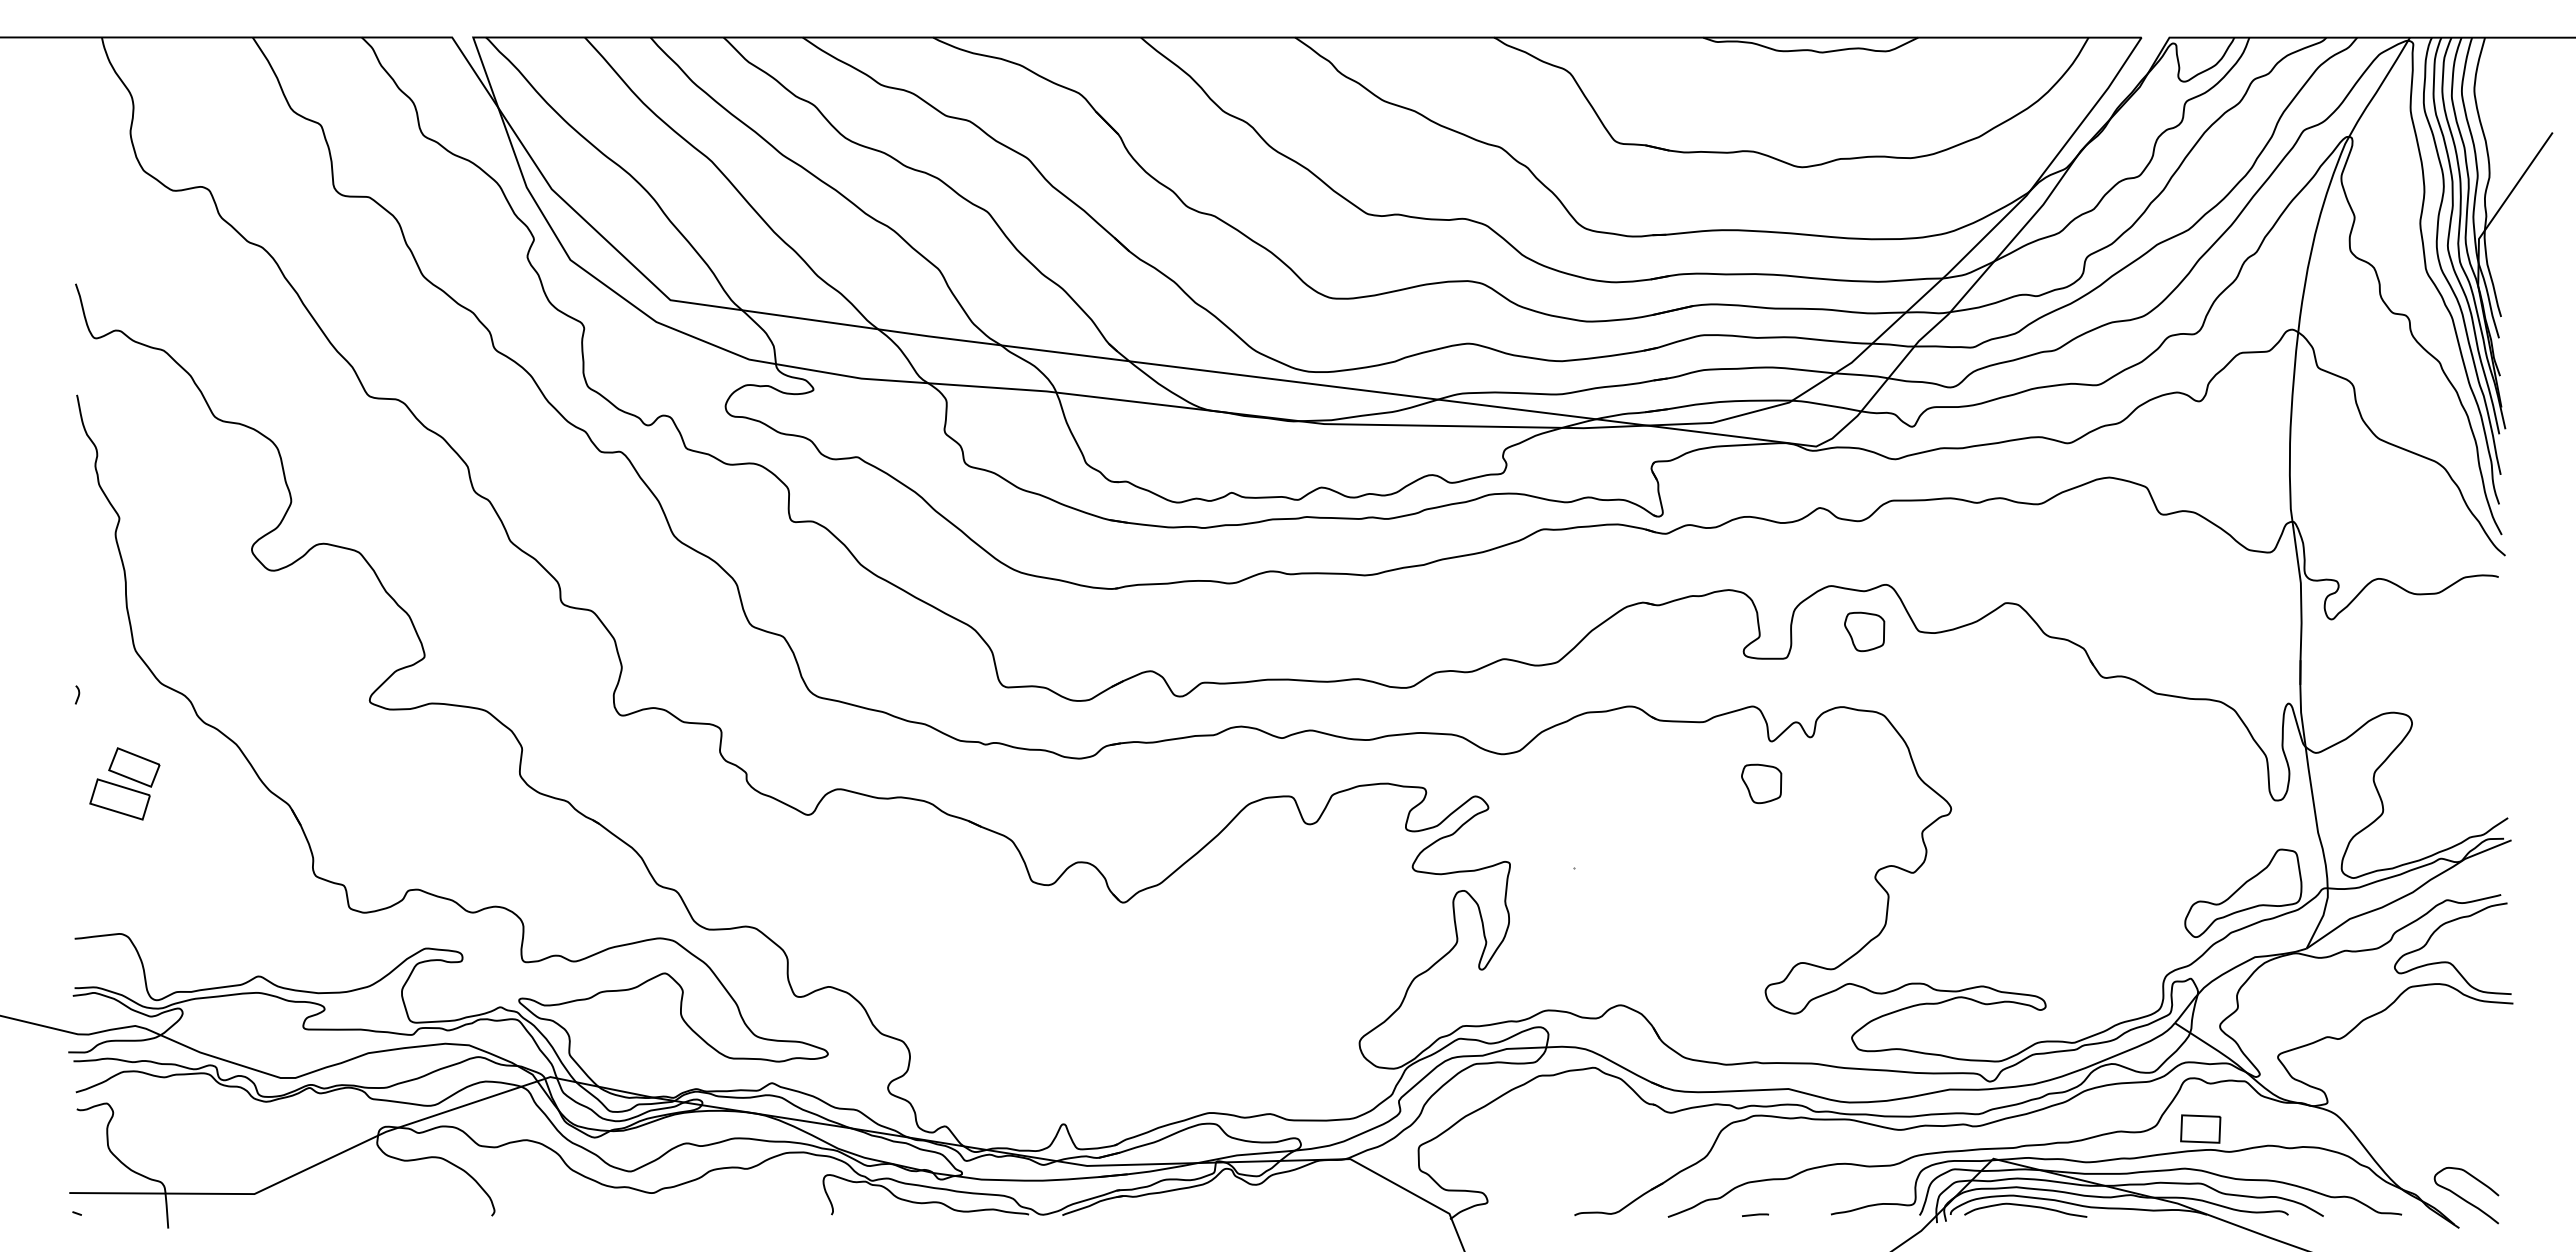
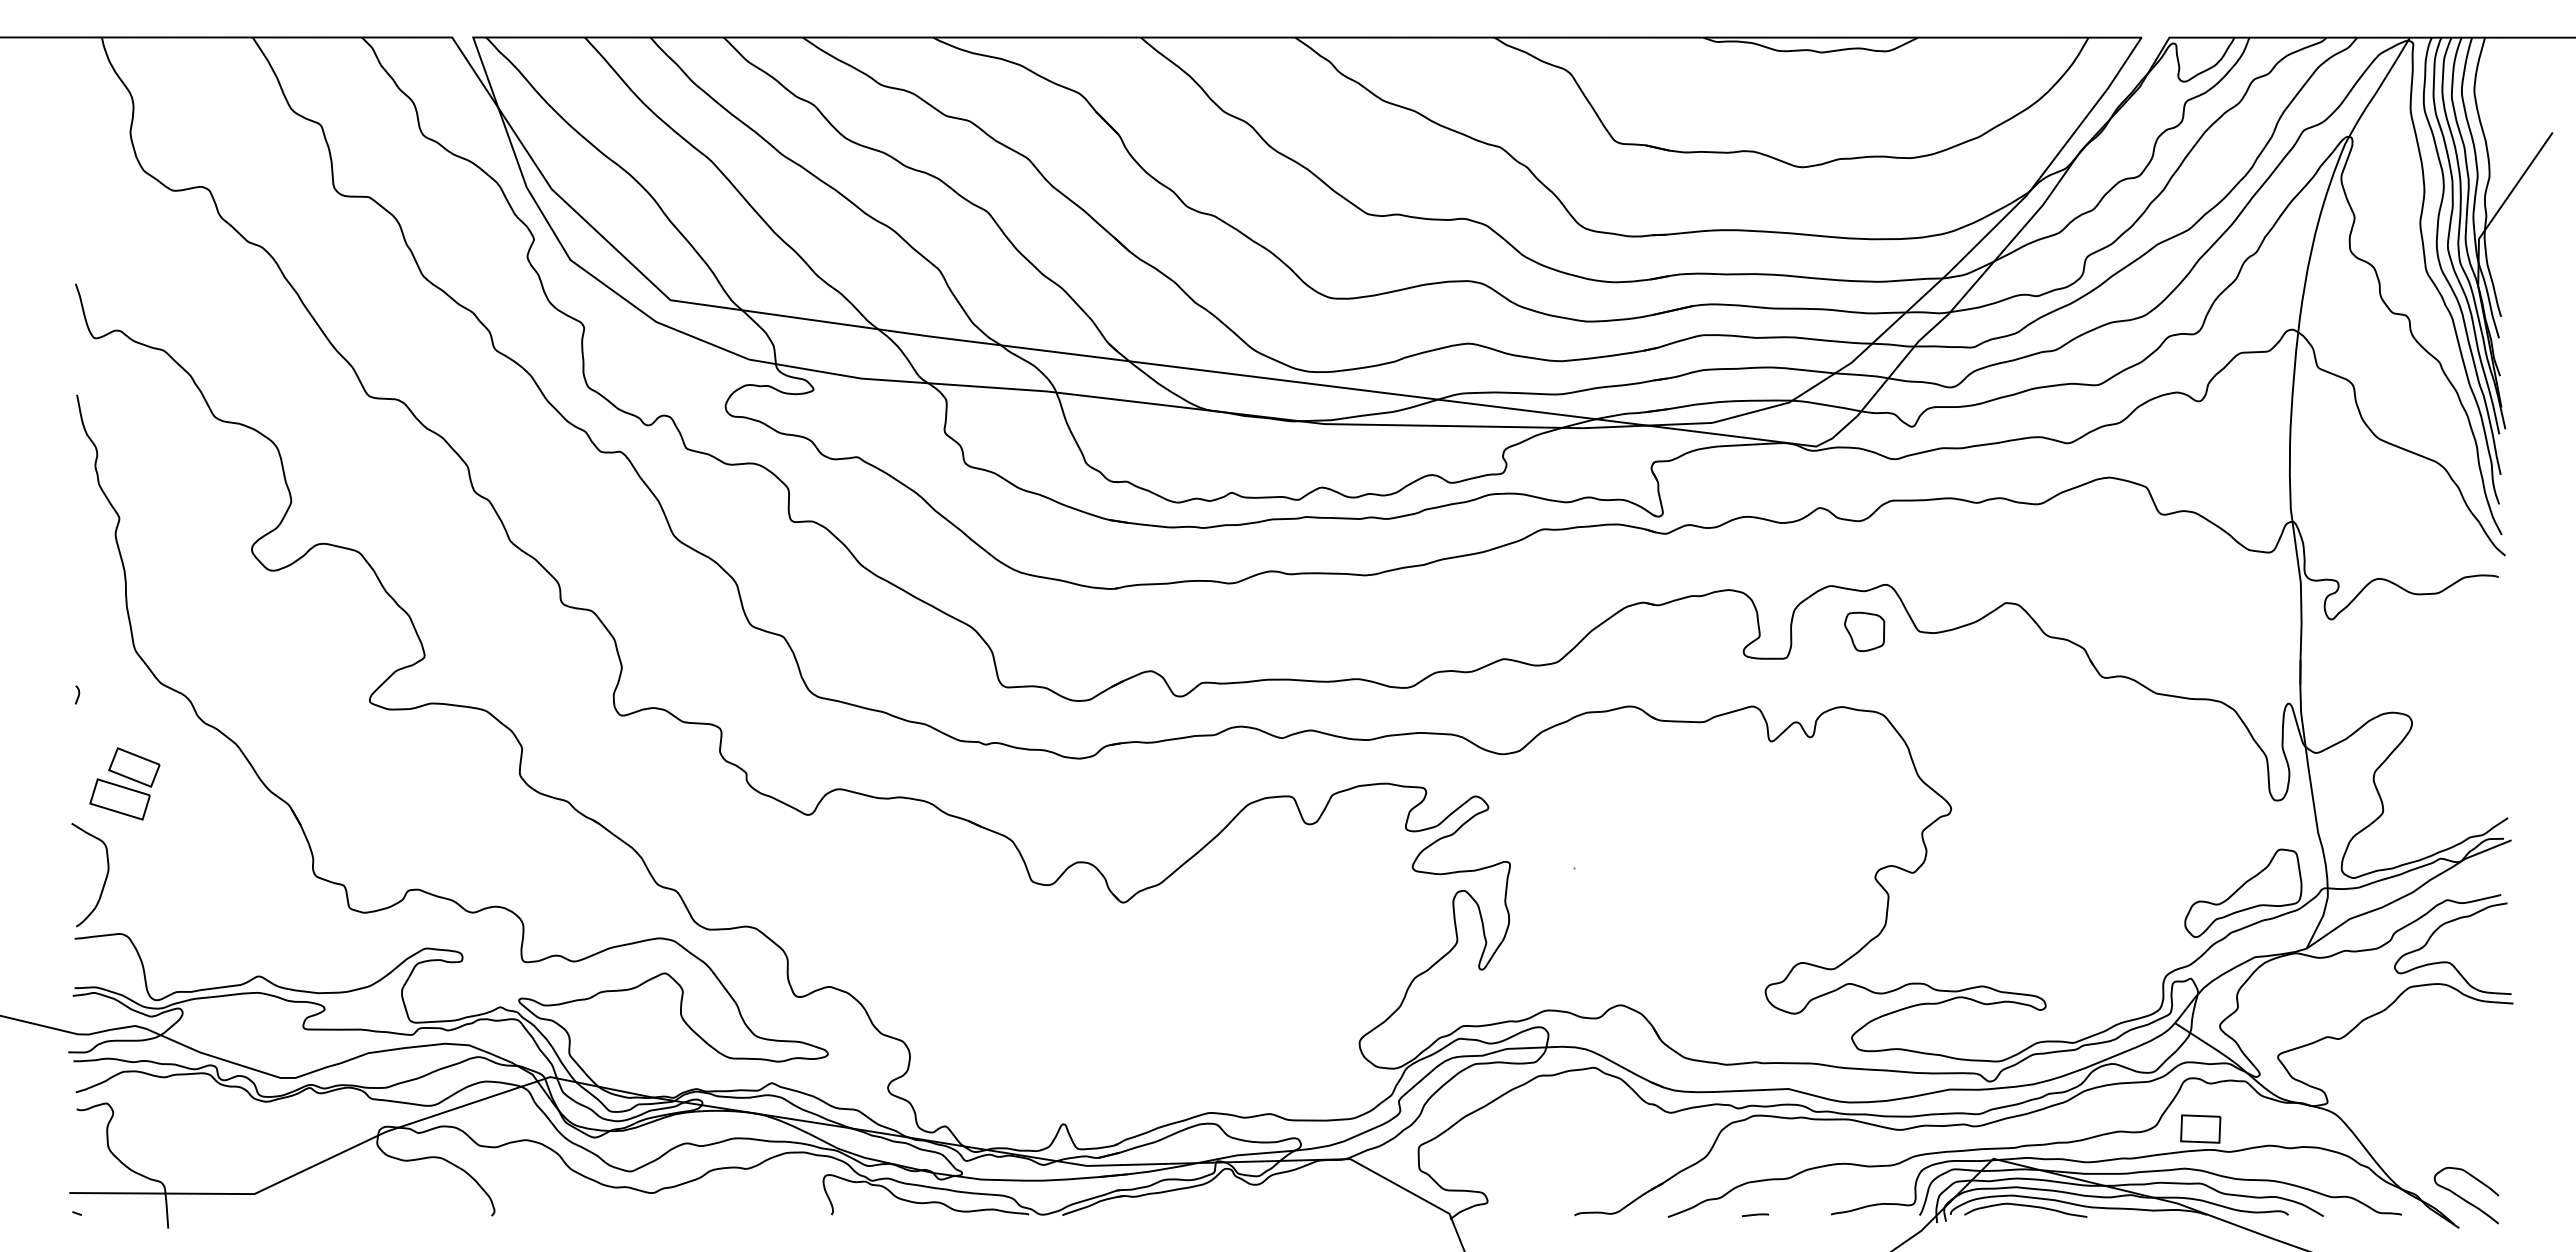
part at (1761, 783): present -> none
curve at (104, 880): none -> present
